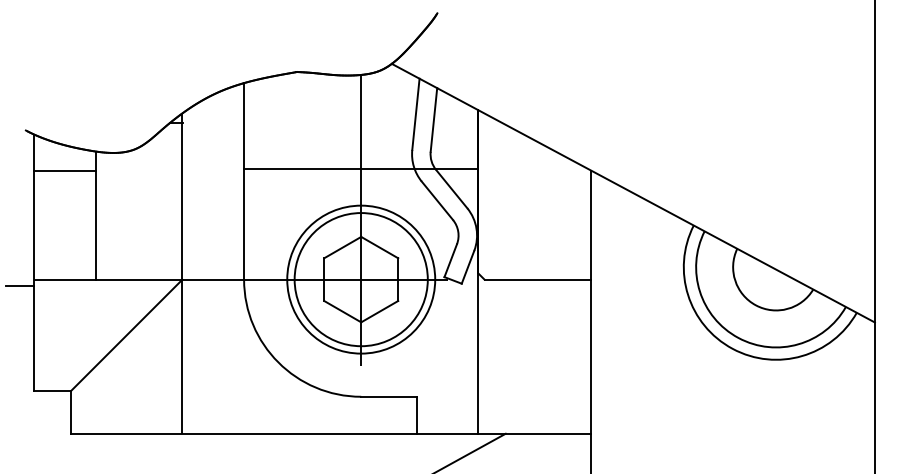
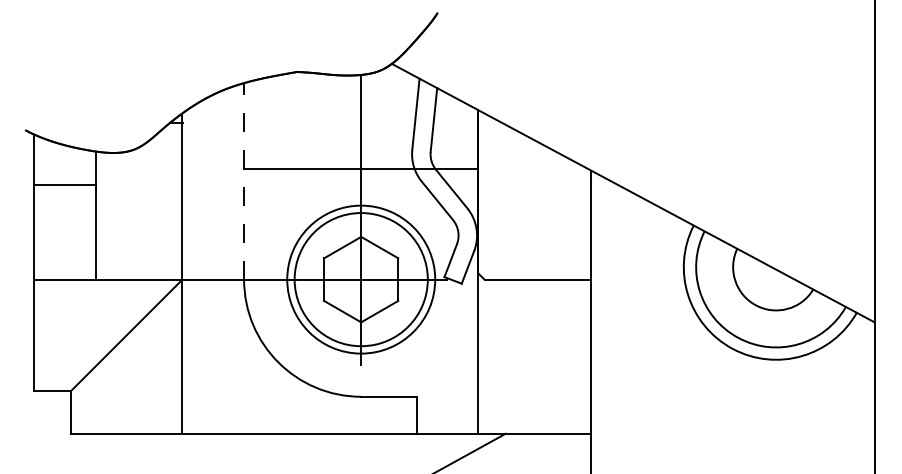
line at (65, 171) position: (65, 171) -> (65, 185)
line at (244, 180): solid -> dashed
line at (20, 285): present -> none
